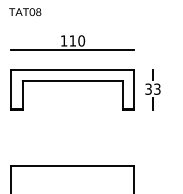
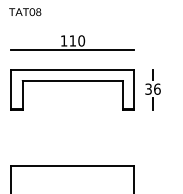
text at (157, 88): 33 -> 36
